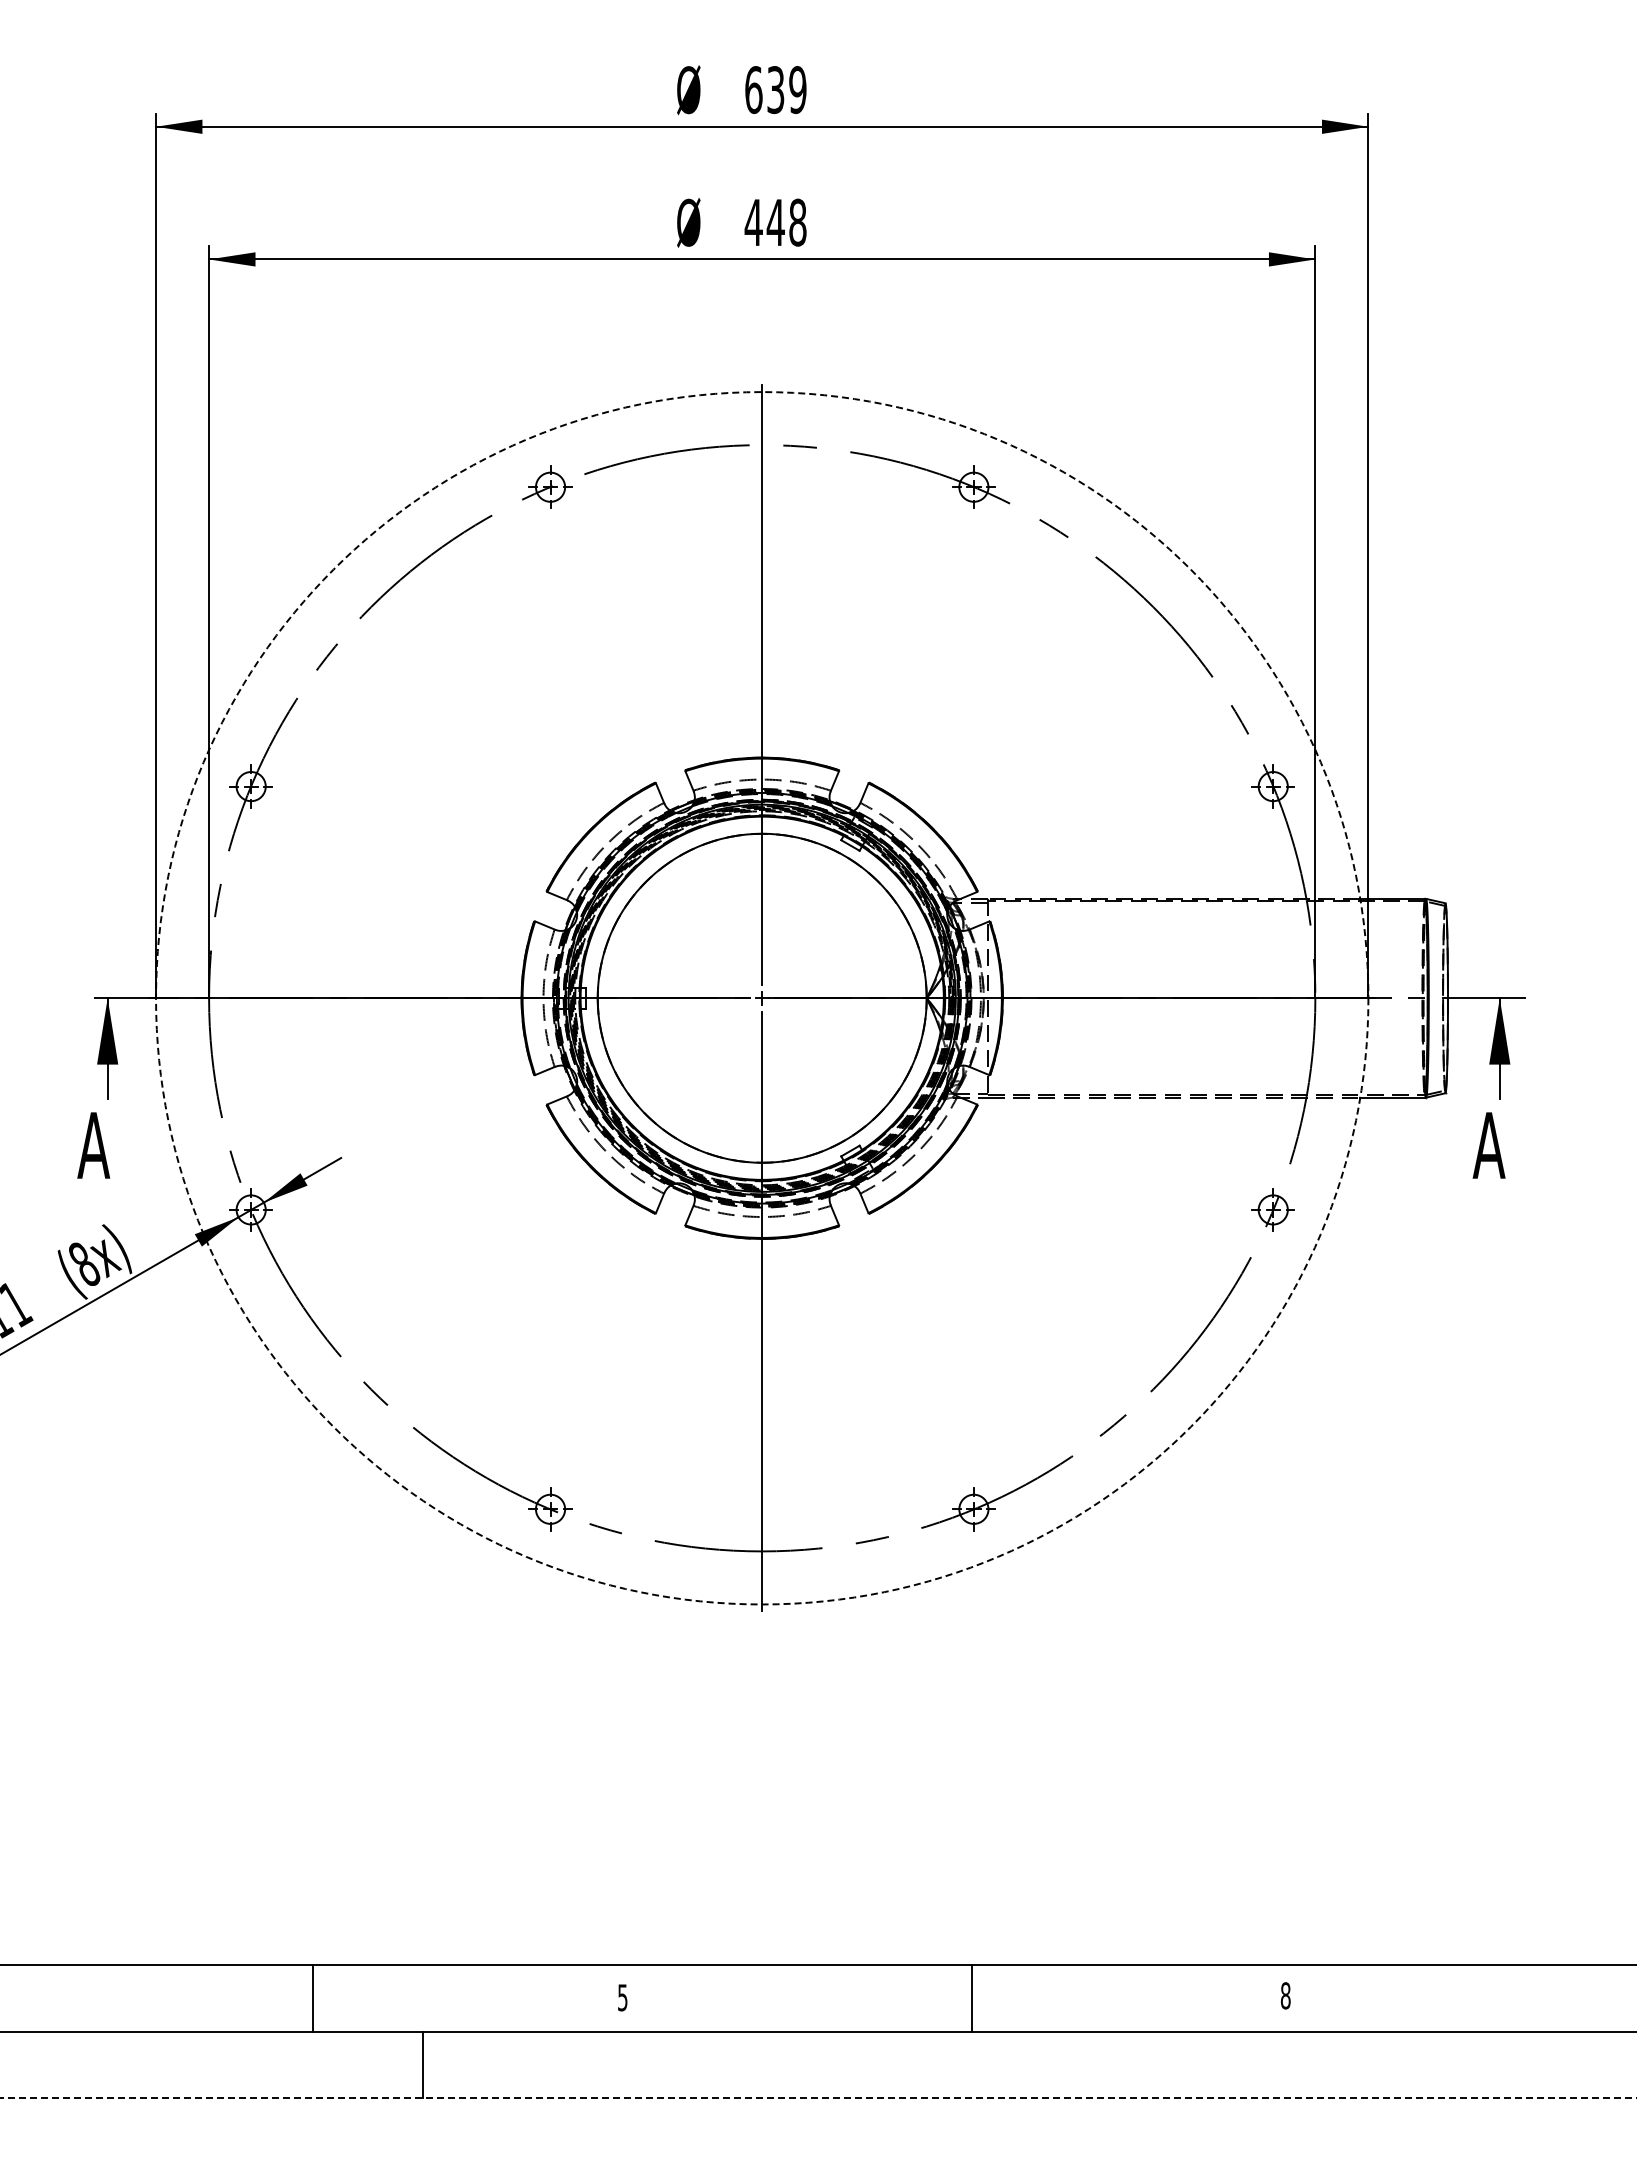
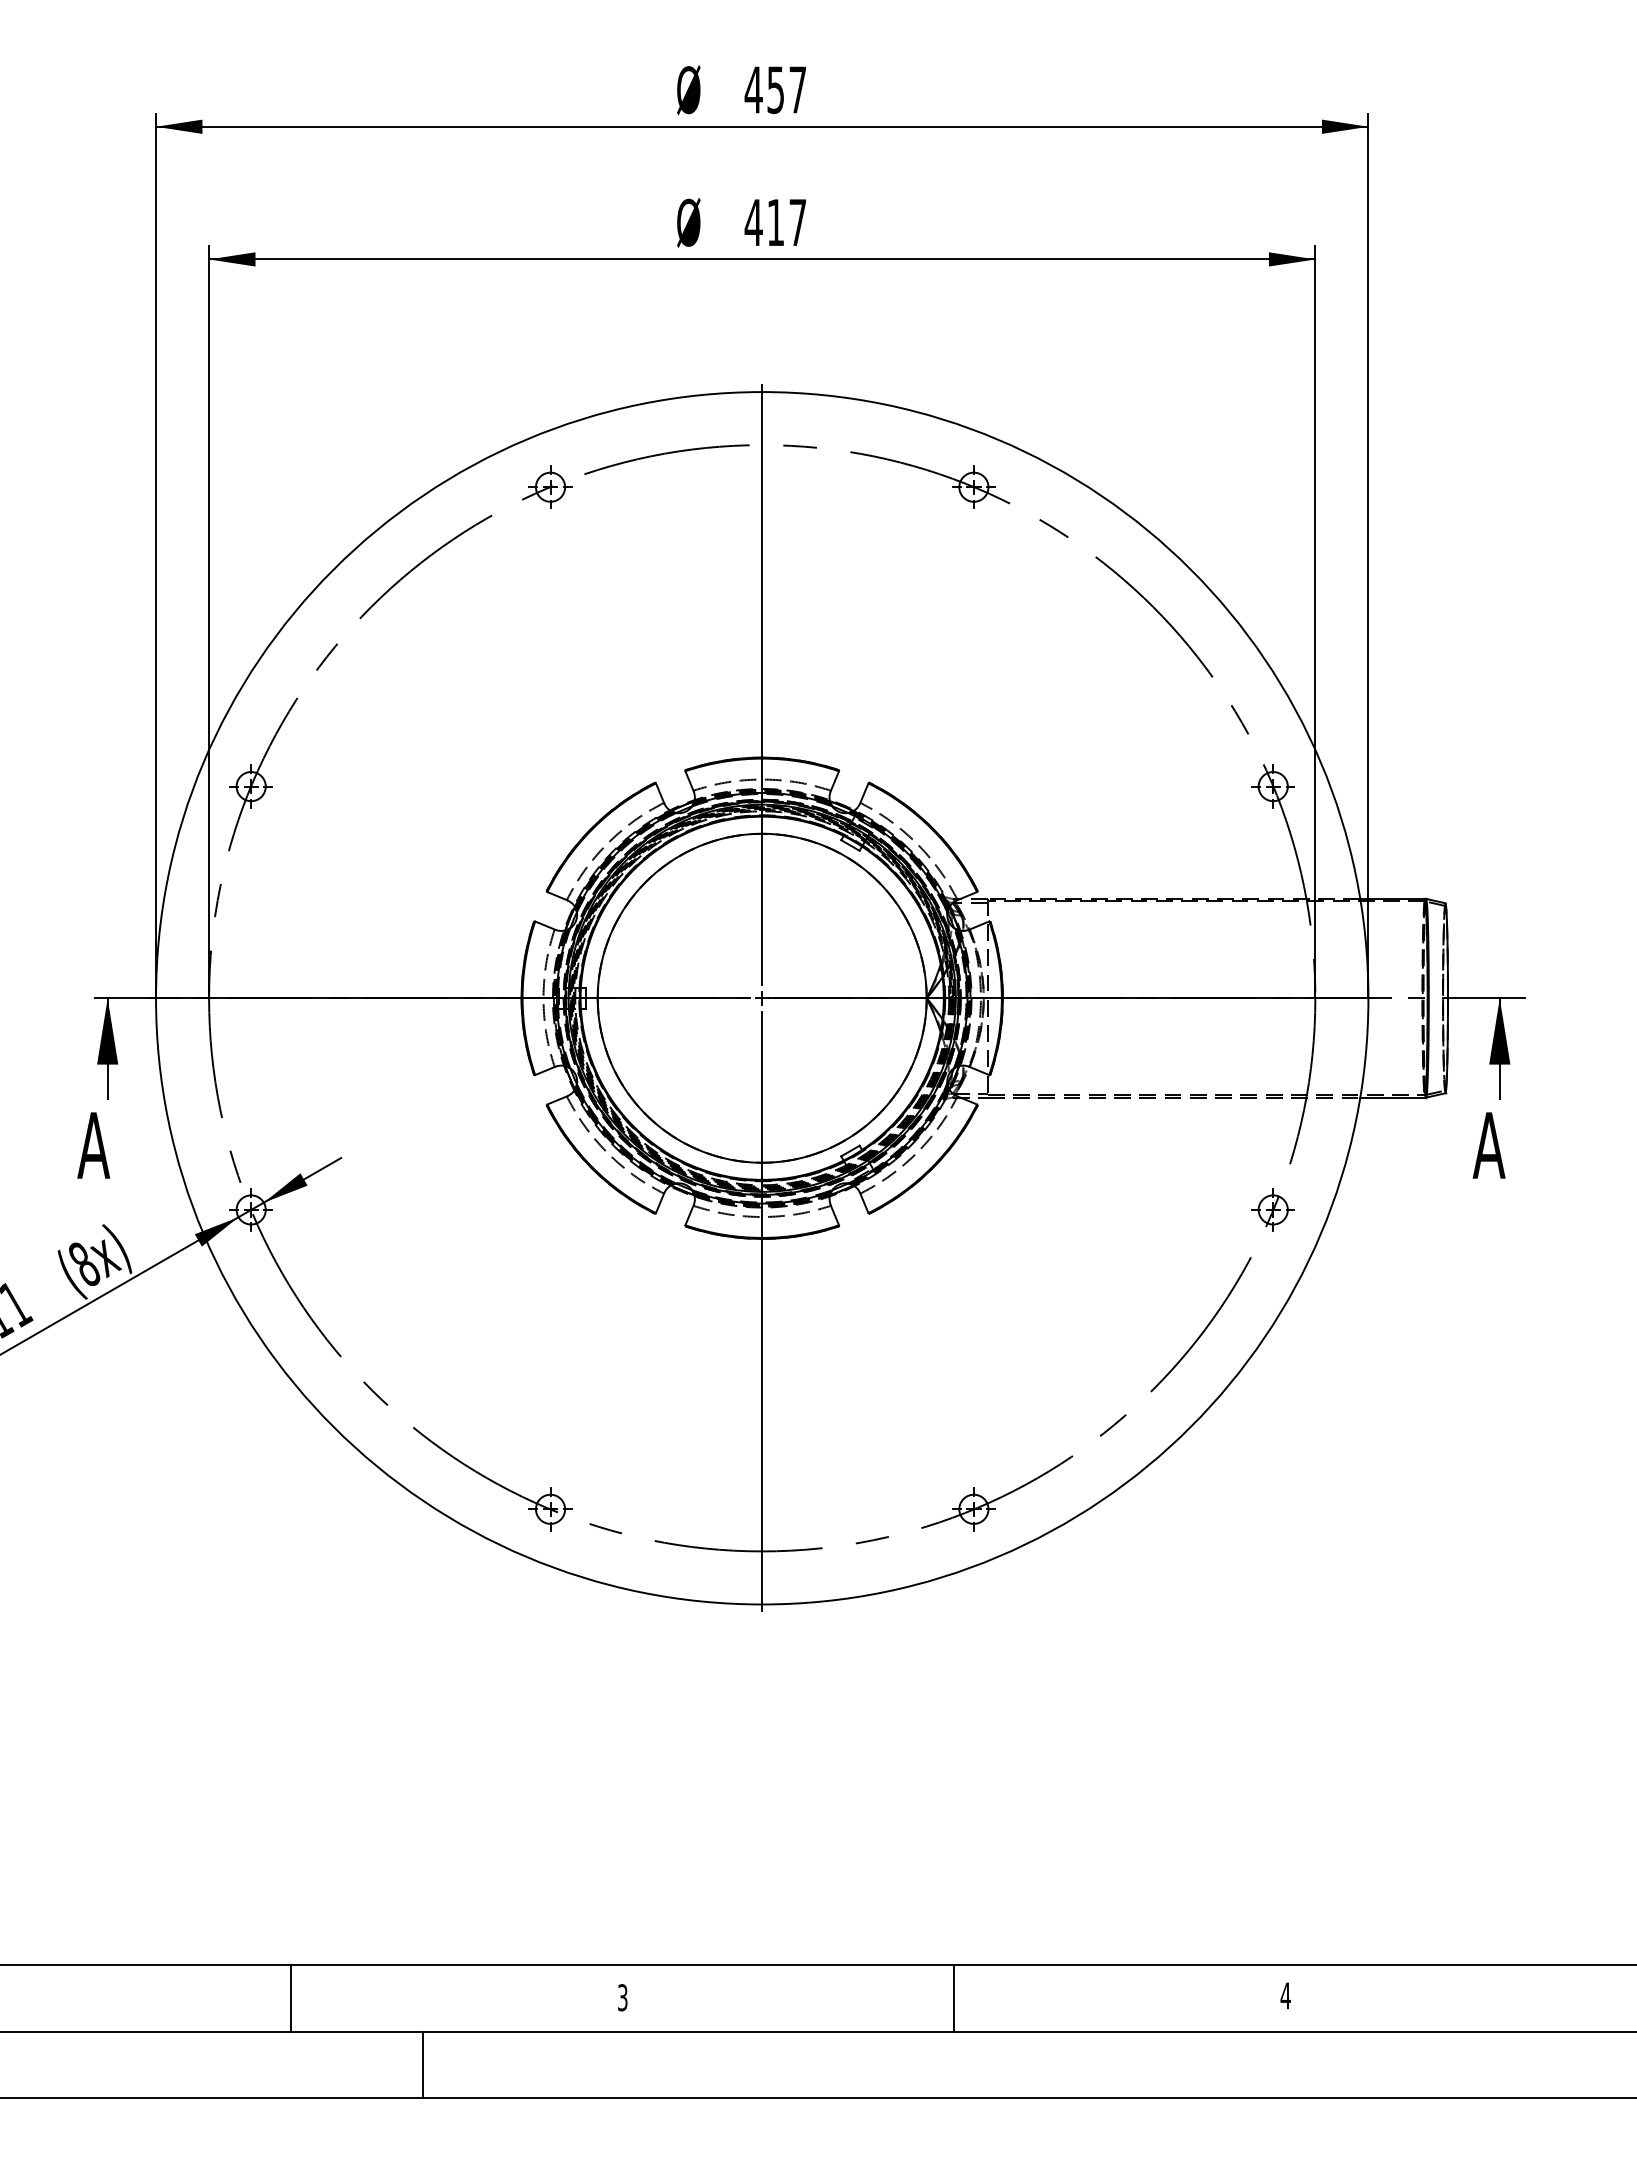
text at (775, 90): 639 -> 457
text at (786, 222): 448 -> 417
circle at (762, 998): dashed -> solid
text at (1285, 1995): 8 -> 4
text at (622, 1997): 5 -> 3
line at (312, 1998) position: (312, 1998) -> (290, 1998)
line at (971, 1998) position: (971, 1998) -> (953, 1998)
line at (818, 2098): dashed -> solid
